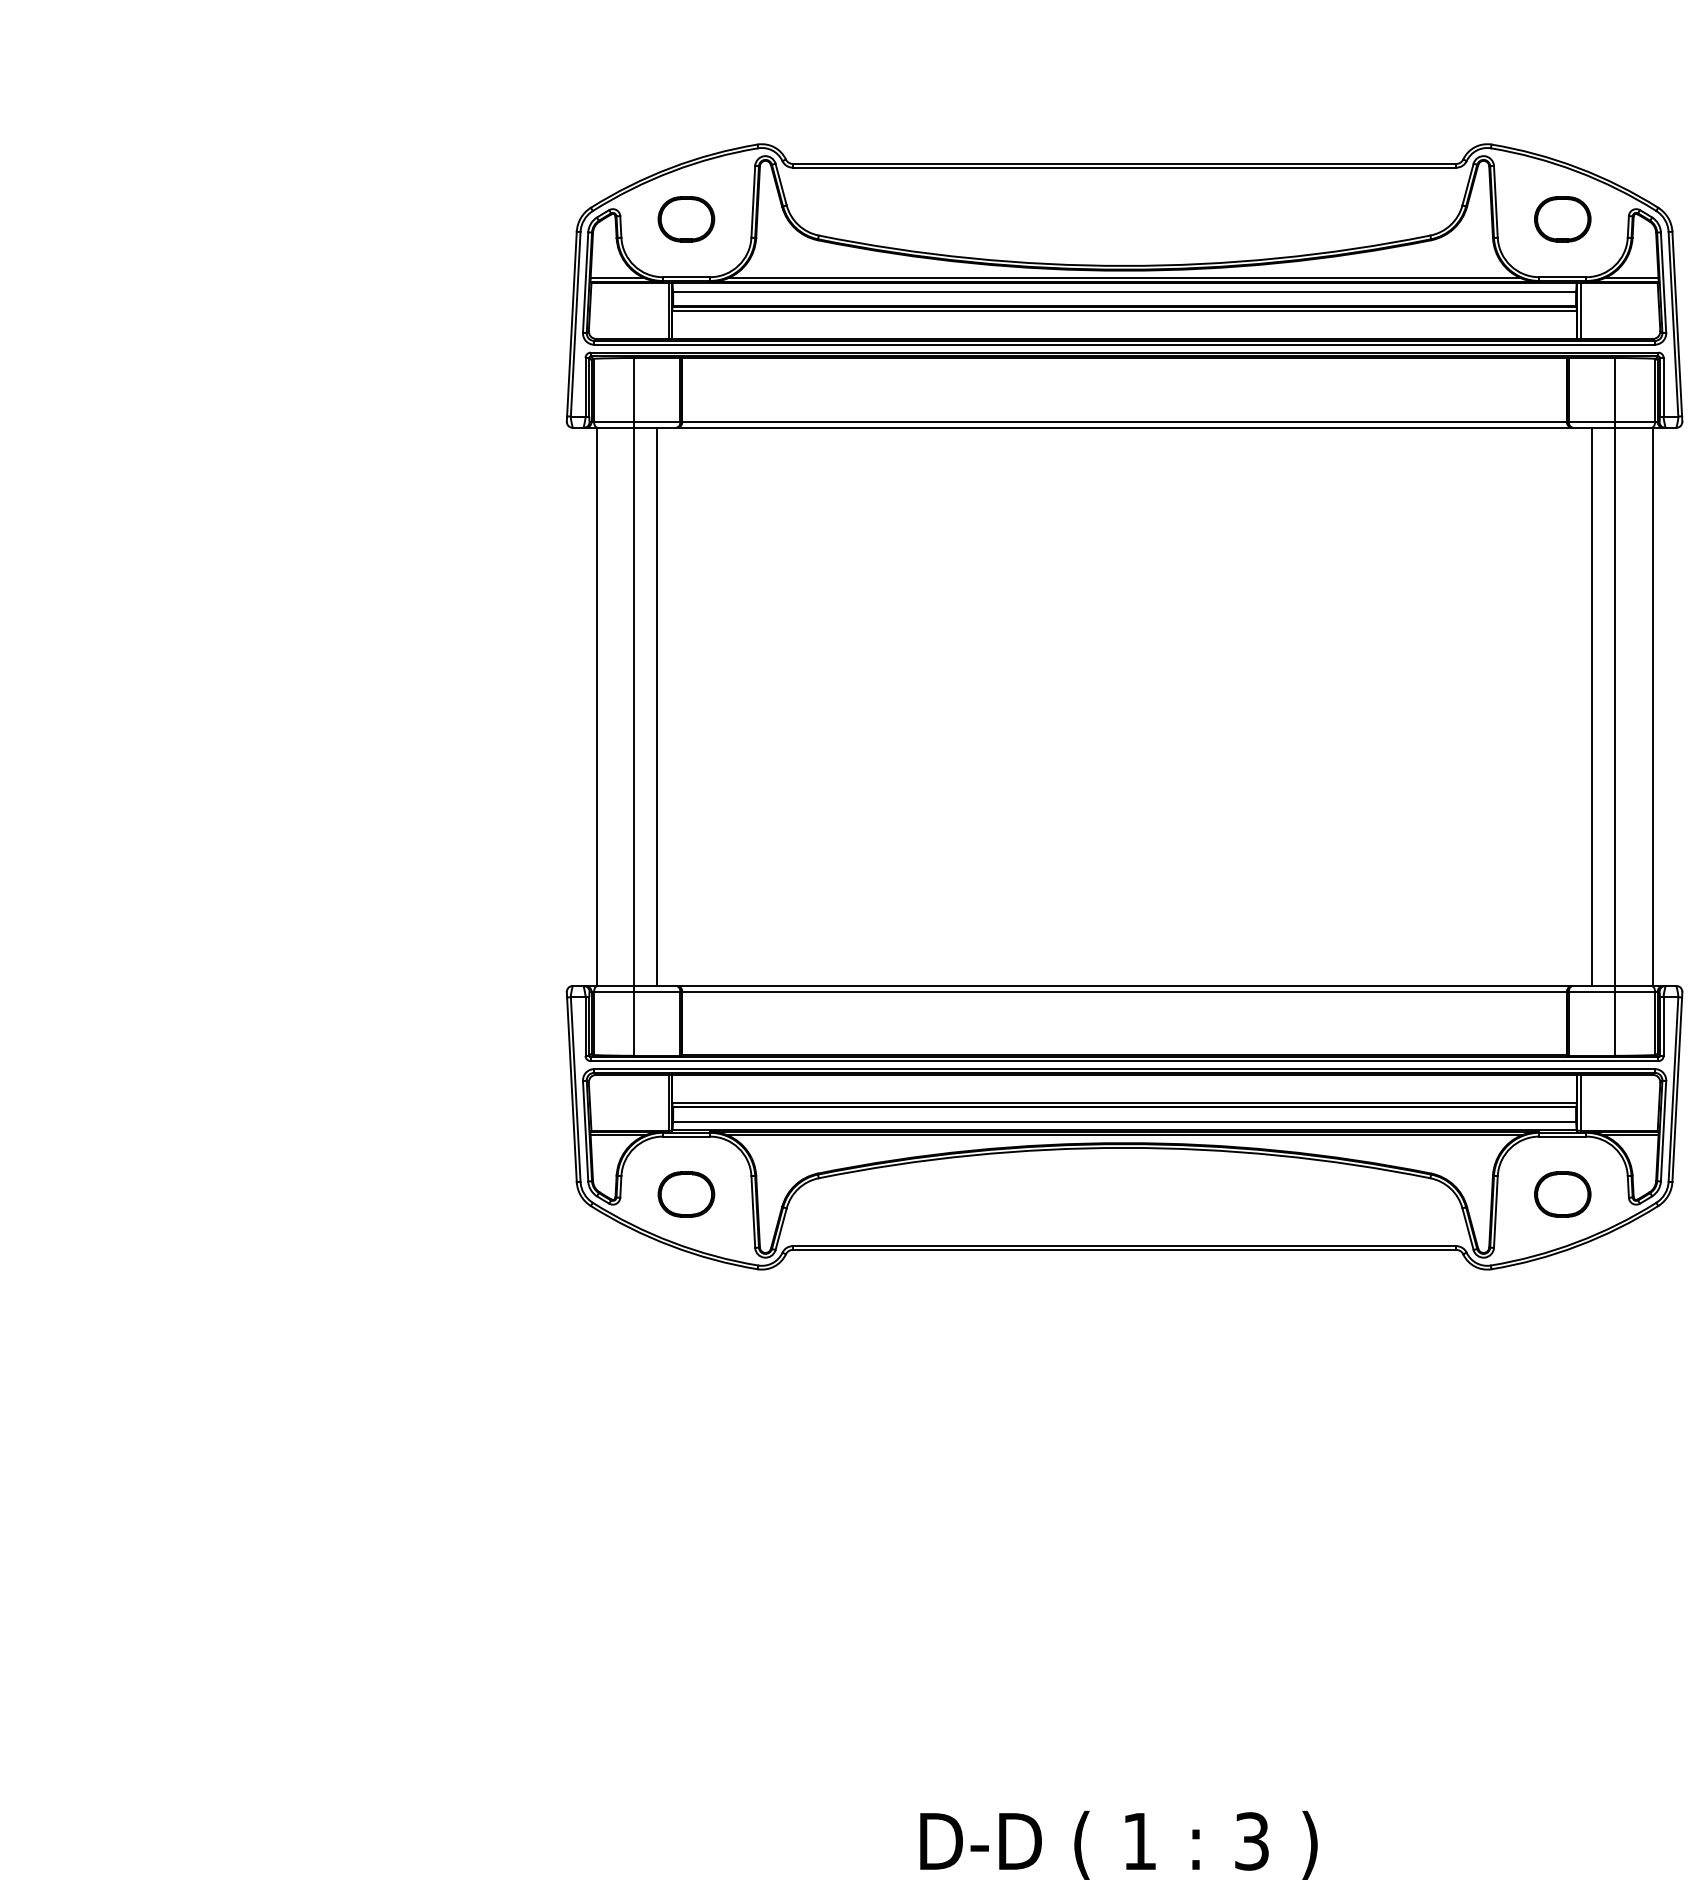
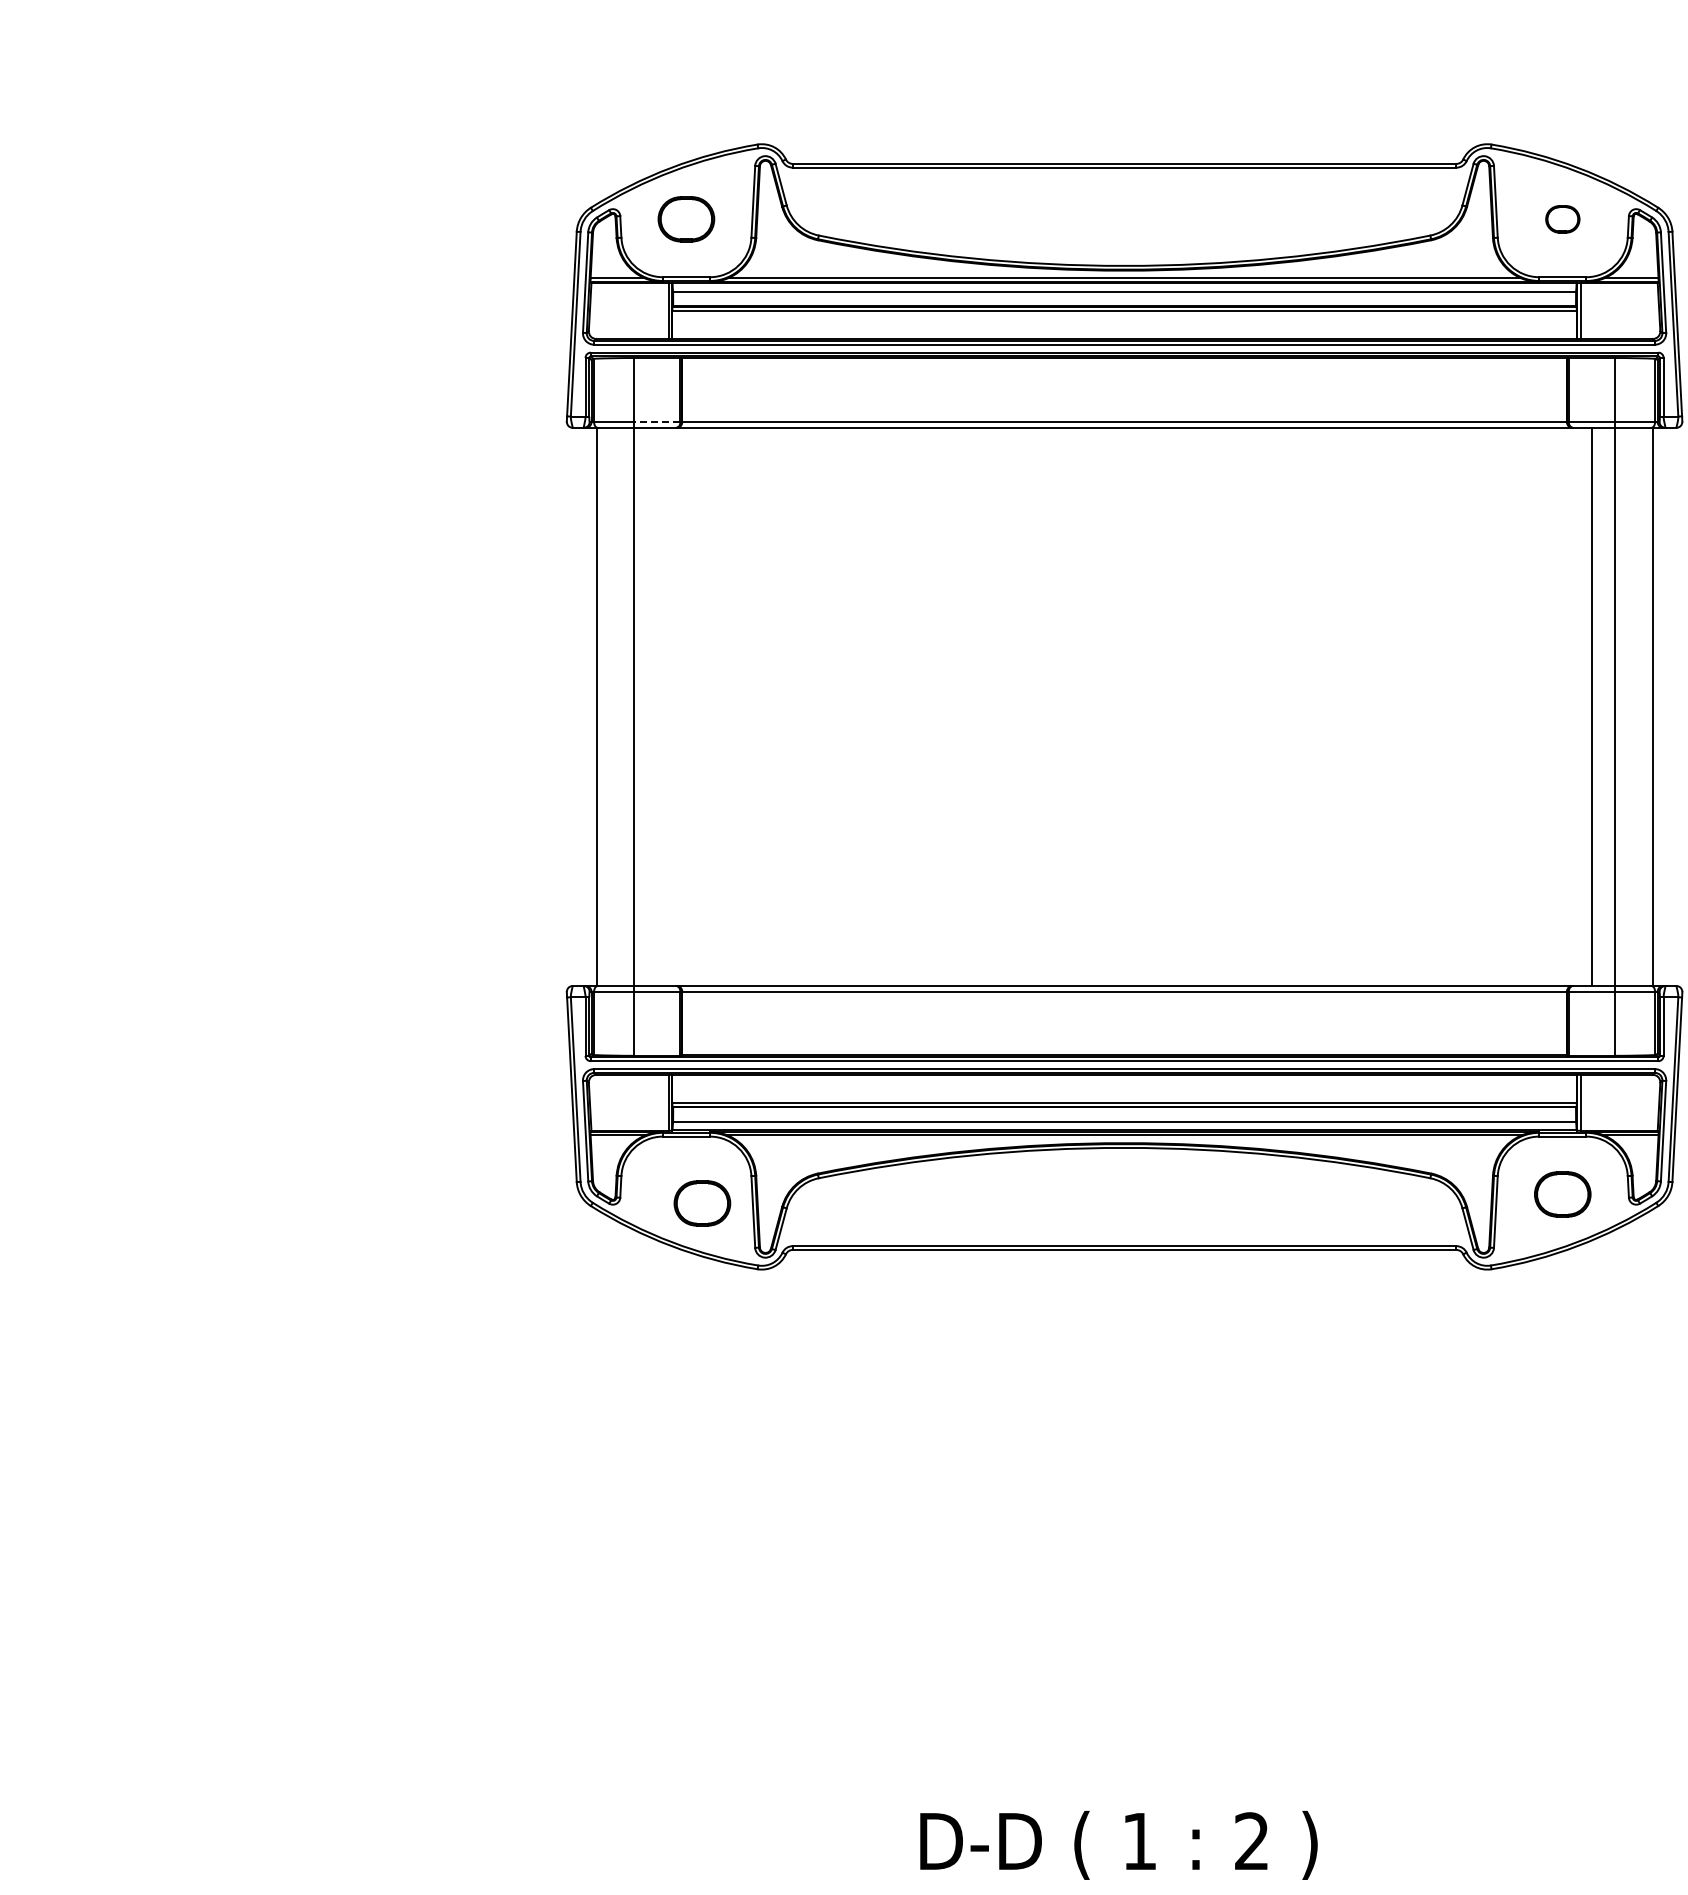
part at (1562, 219) size: 58x47 px -> 36x29 px
line at (656, 421): solid -> dashed
line at (657, 706): present -> none
part at (686, 1194) position: (686, 1194) -> (702, 1203)
text at (1251, 1841): 3 -> 2
